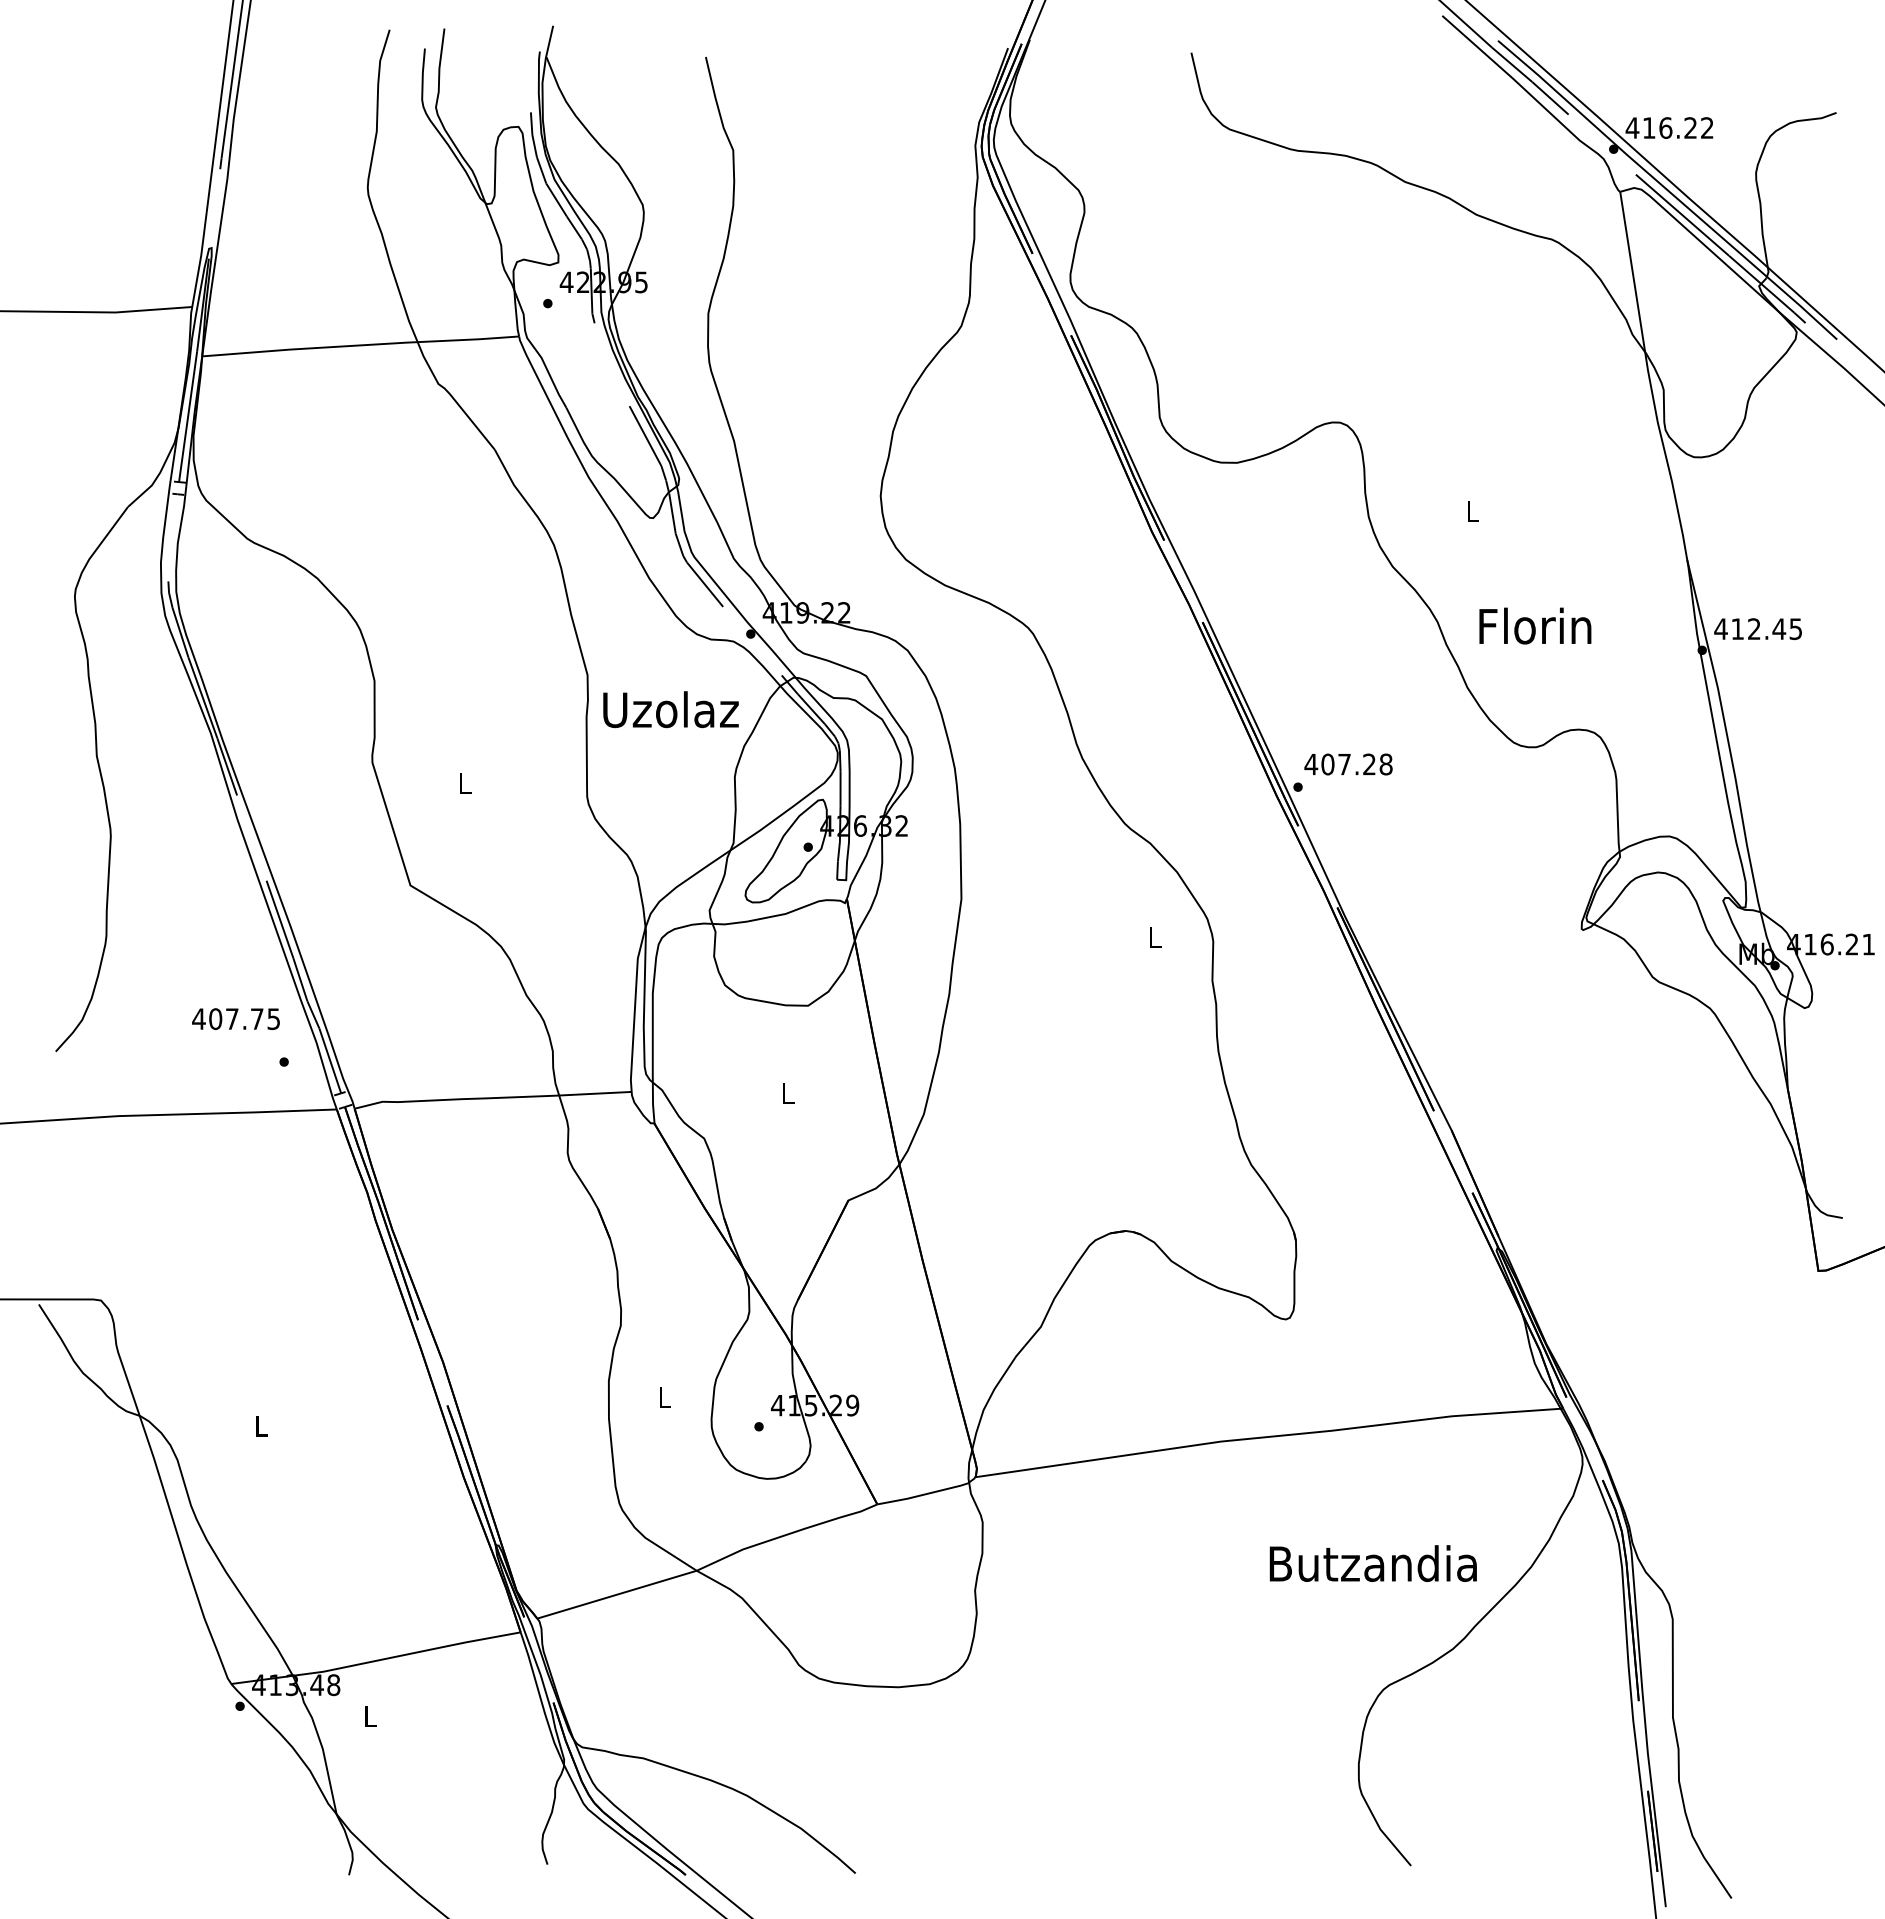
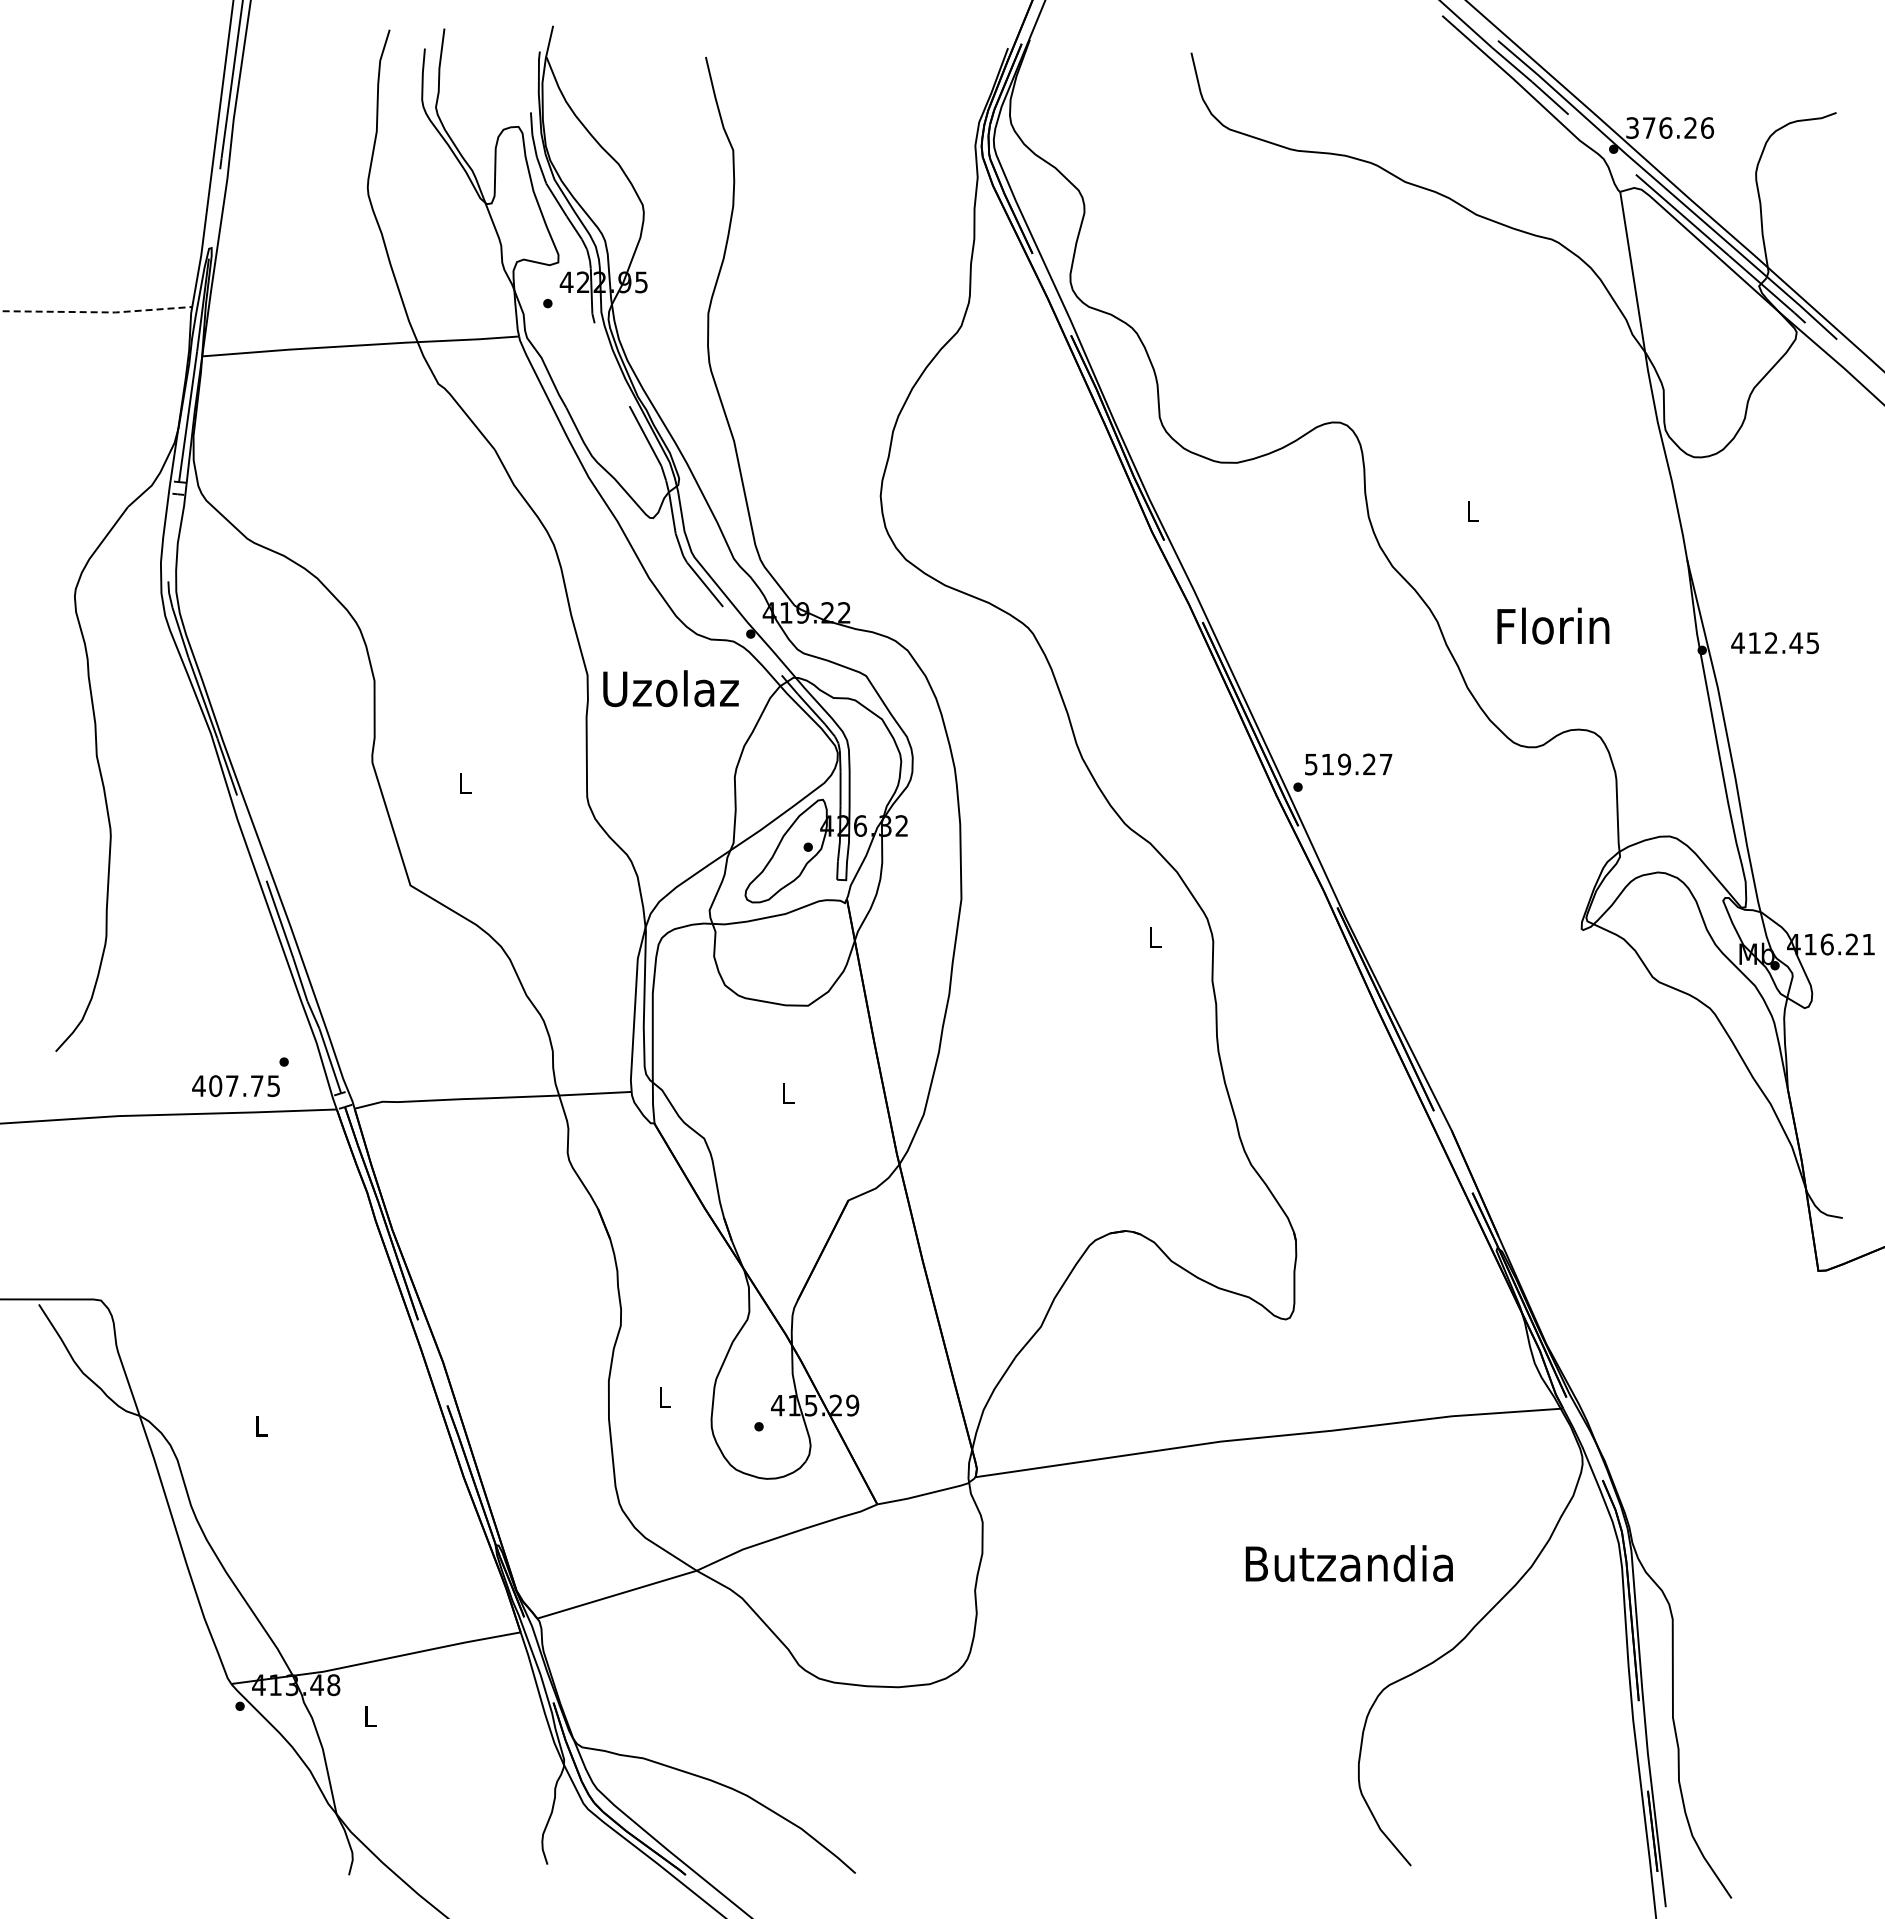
text at (1669, 127): 416.22 -> 376.26
line at (97, 312): solid -> dashed
text at (1535, 625) position: (1535, 625) -> (1553, 625)
text at (1757, 629) position: (1757, 629) -> (1774, 643)
text at (670, 709) position: (670, 709) -> (670, 688)
text at (1348, 764): 407.28 -> 519.27
text at (235, 1019) position: (235, 1019) -> (235, 1086)
text at (1372, 1563) position: (1372, 1563) -> (1348, 1563)
